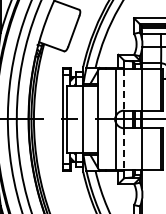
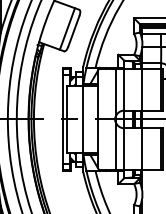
line at (67, 28): none -> present
line at (124, 90): dashed -> solid
line at (124, 148): dashed -> solid
